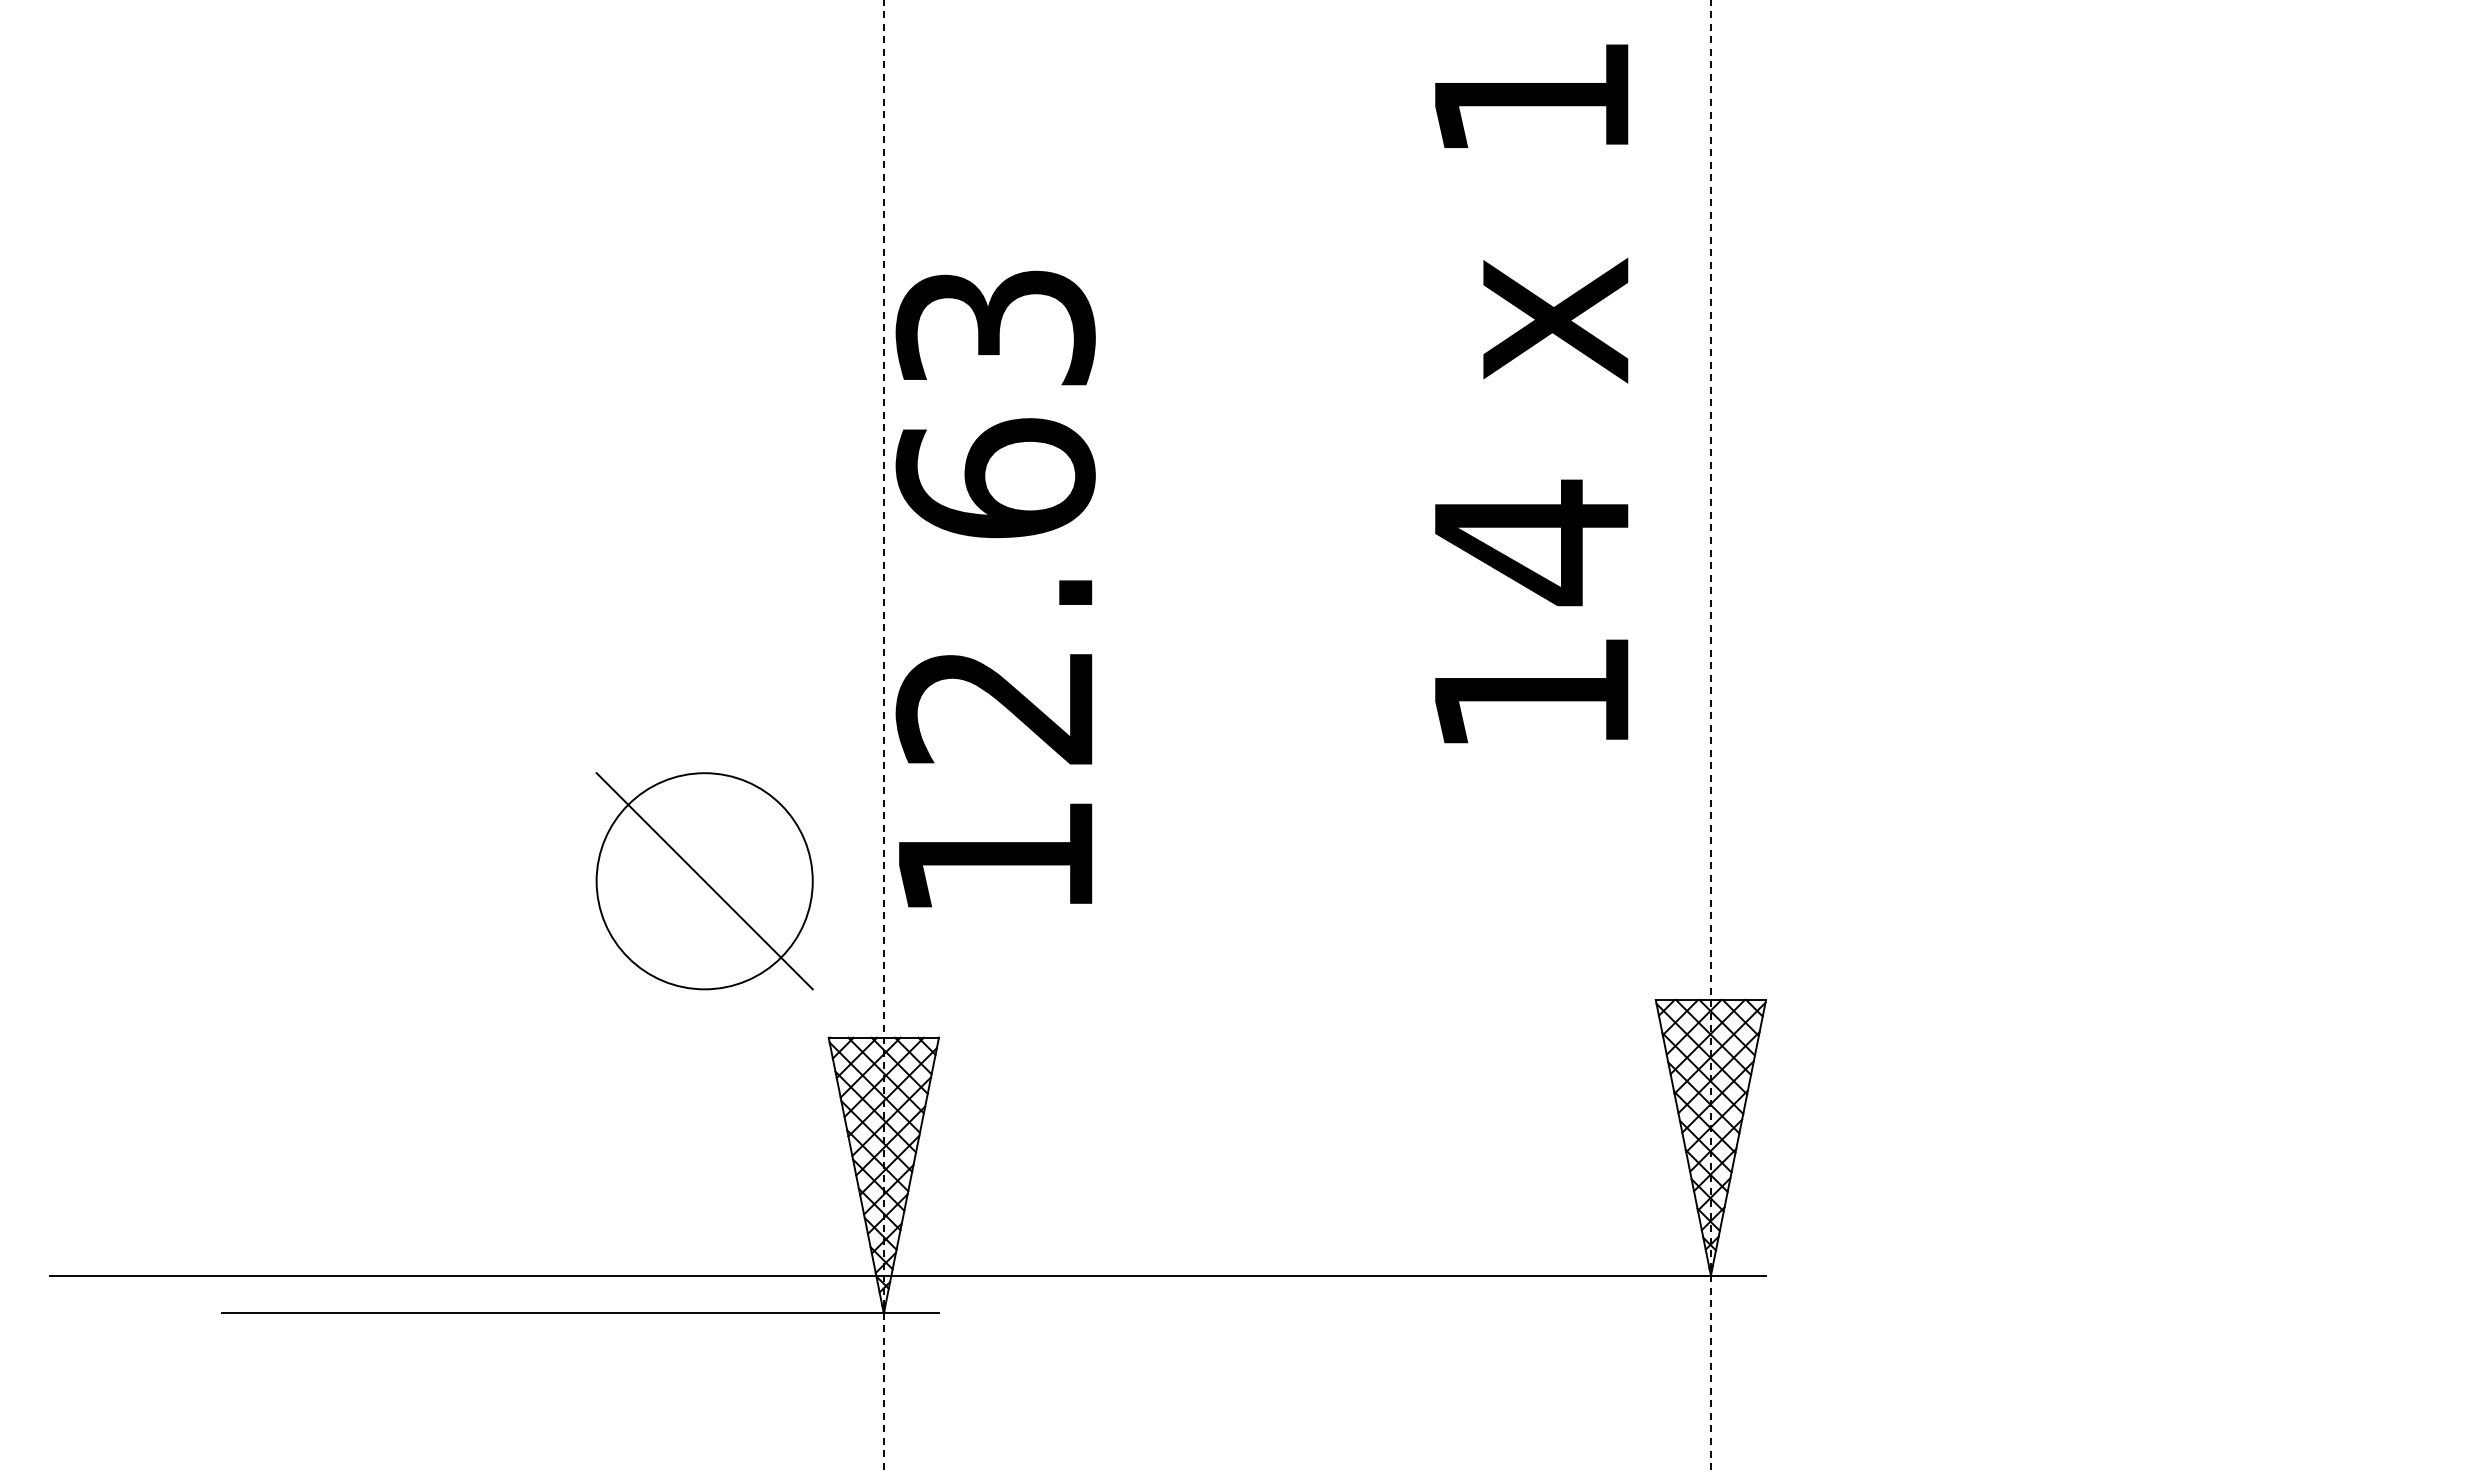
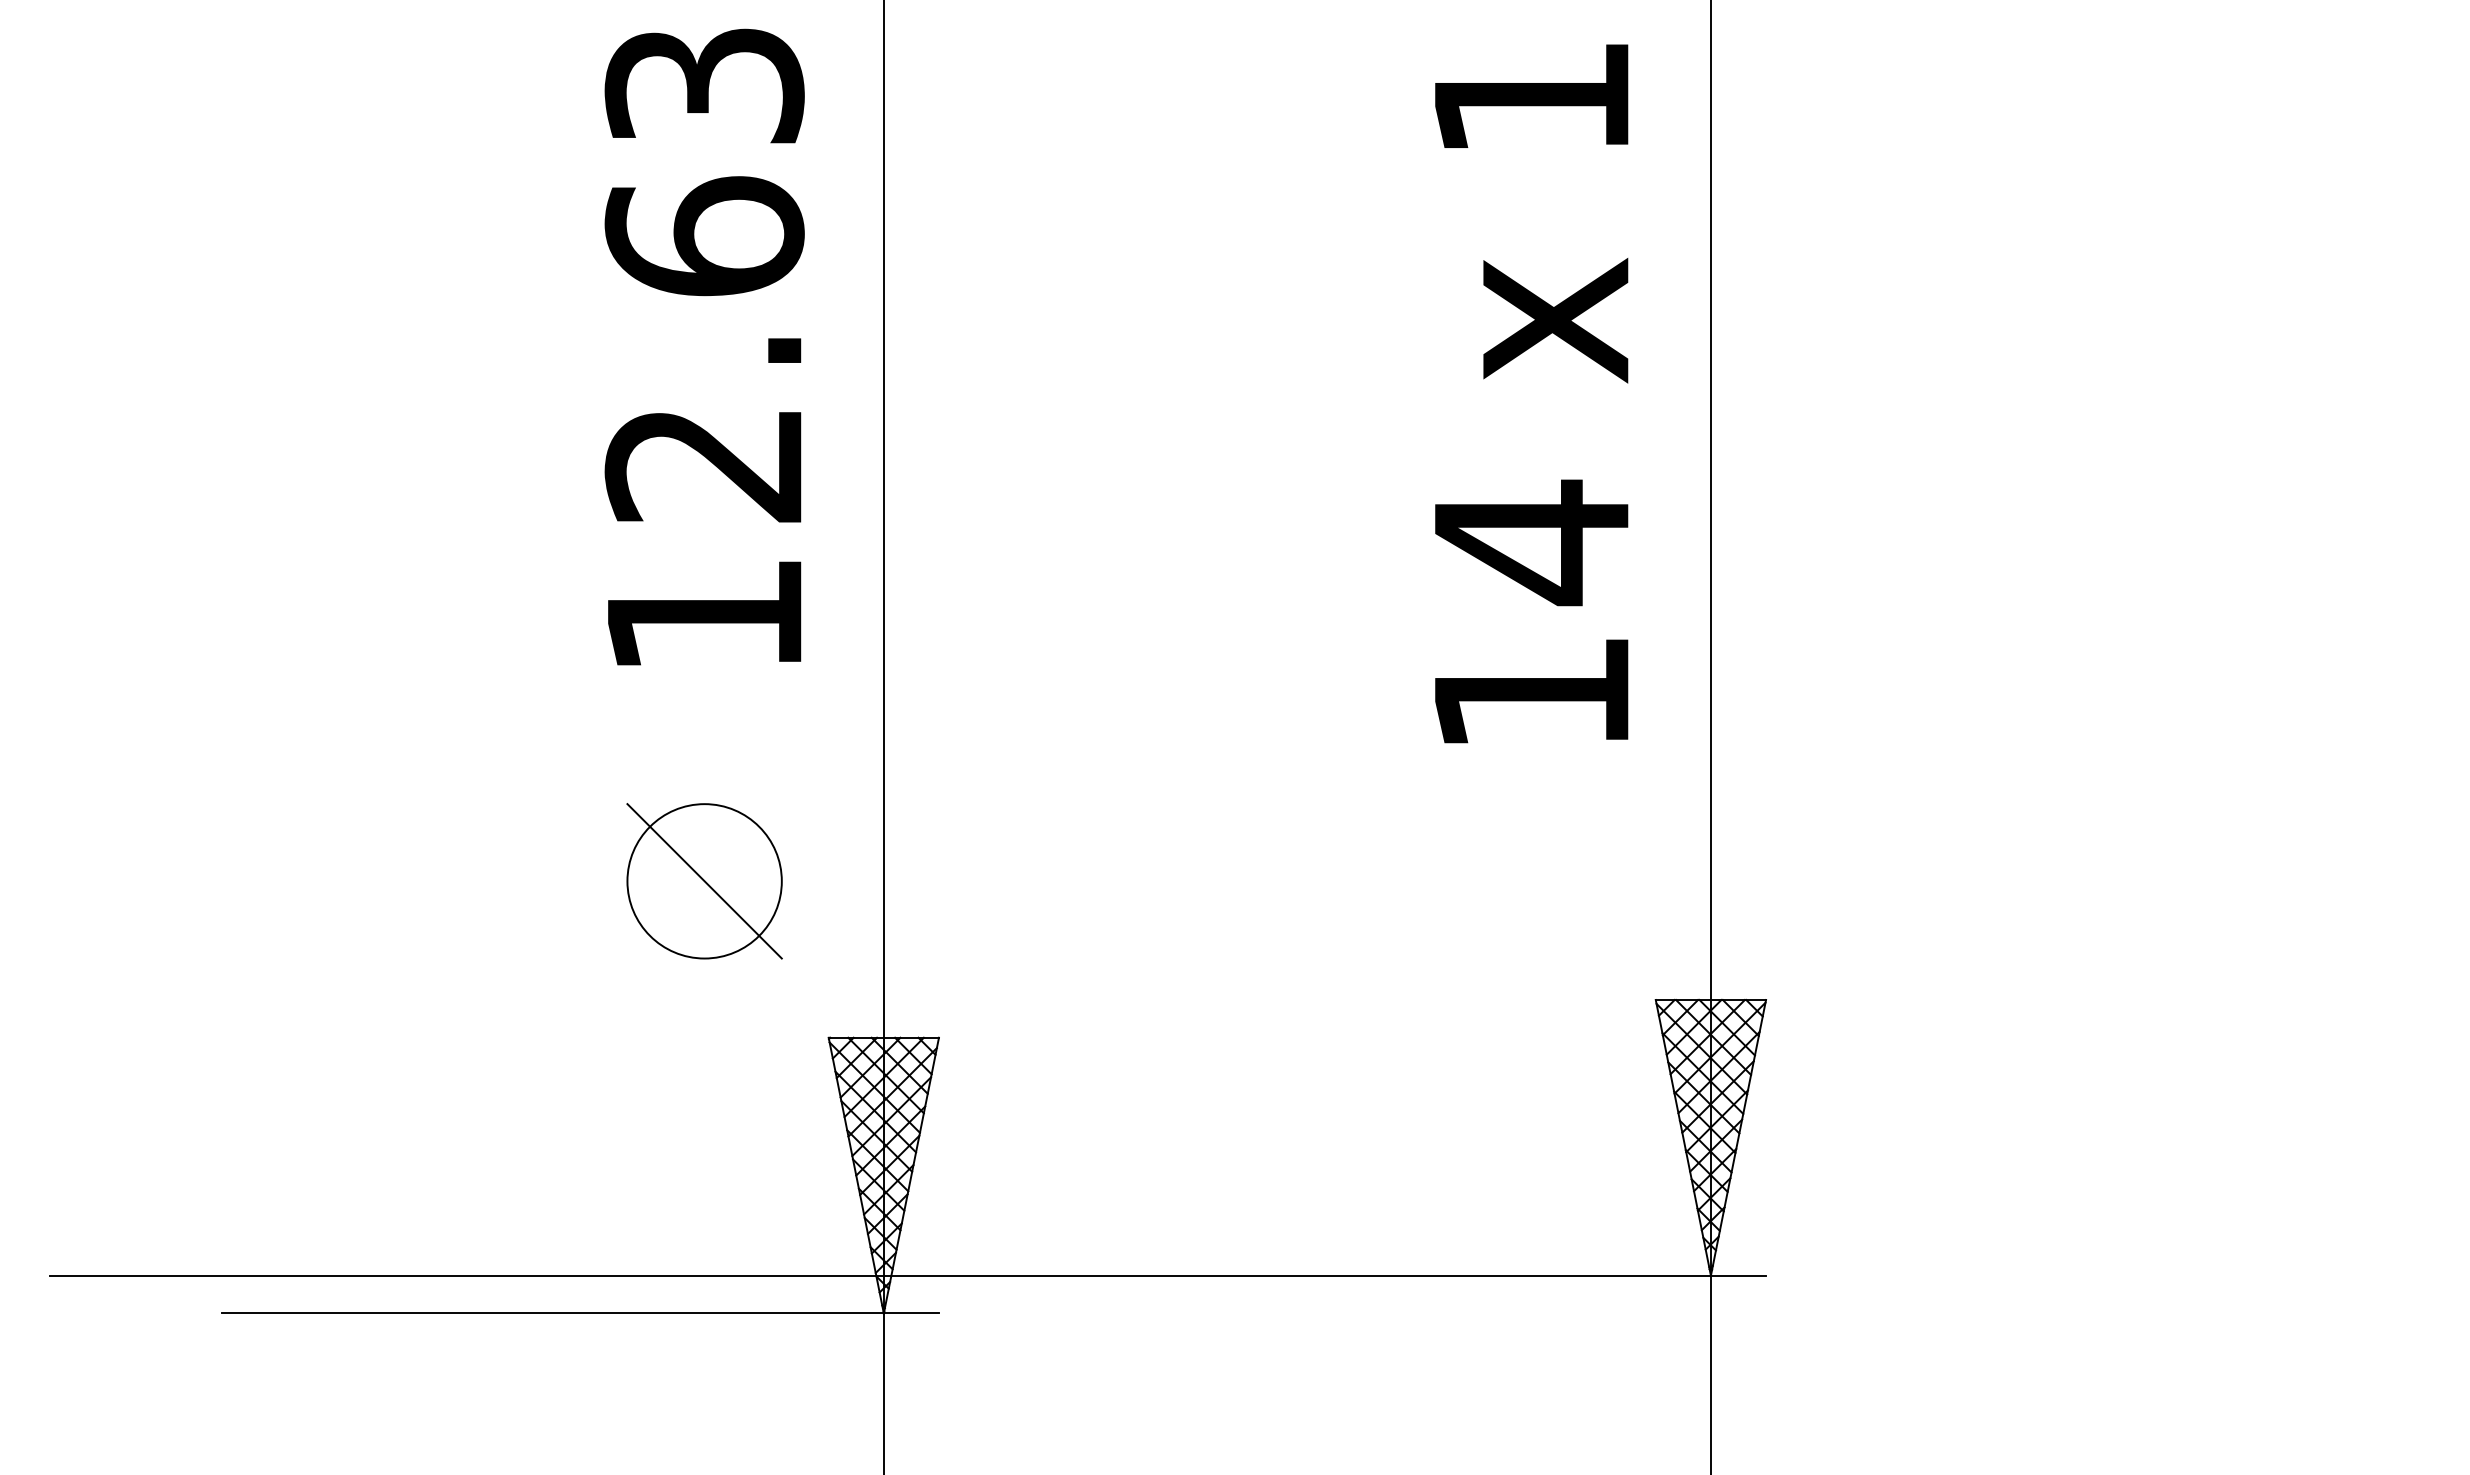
text at (995, 588) position: (995, 588) -> (704, 346)
line at (883, 737): dashed -> solid
line at (1710, 737): dashed -> solid
part at (704, 881) size: 219x219 px -> 157x157 px
